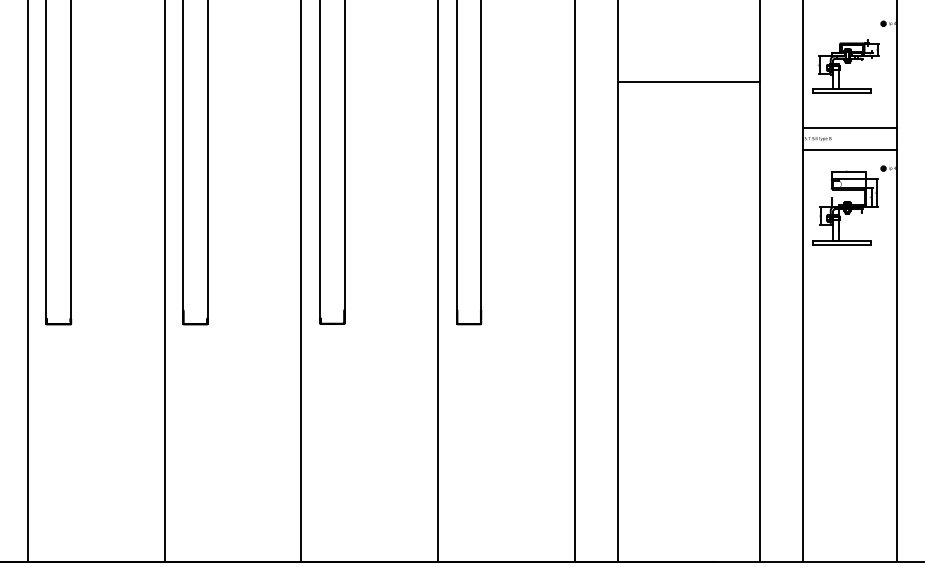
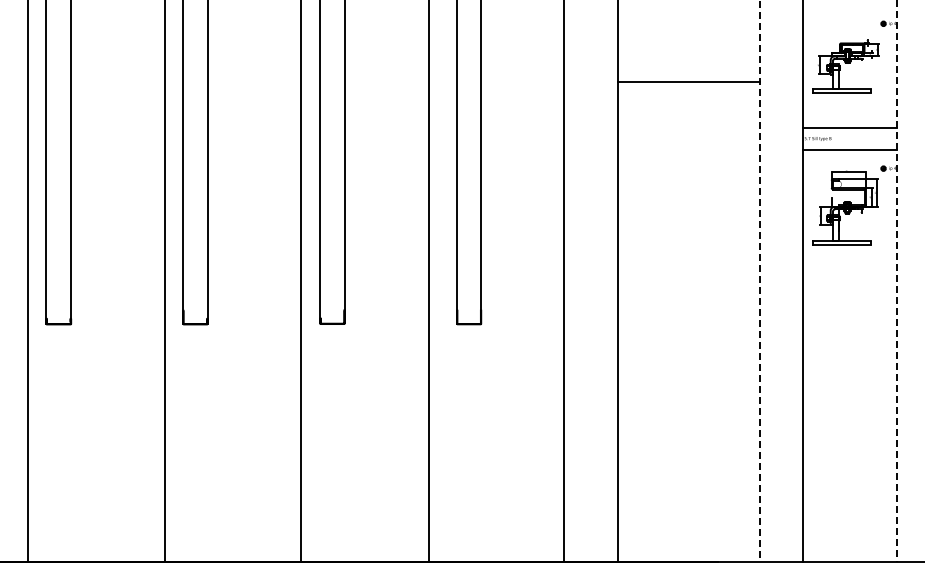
line at (438, 281) position: (438, 281) -> (429, 281)
line at (575, 281) position: (575, 281) -> (564, 281)
line at (760, 281): solid -> dashed
line at (897, 281): solid -> dashed
